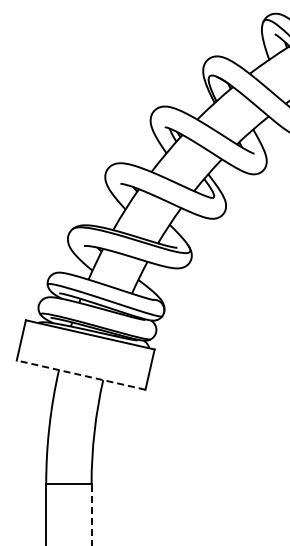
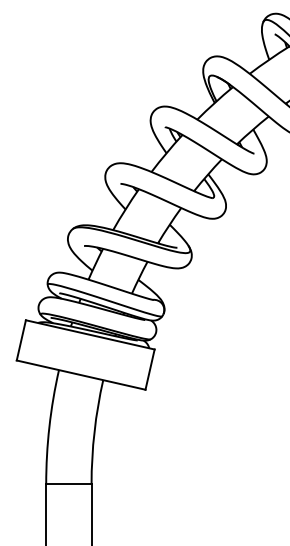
line at (80, 375): dashed -> solid
line at (91, 514): dashed -> solid
